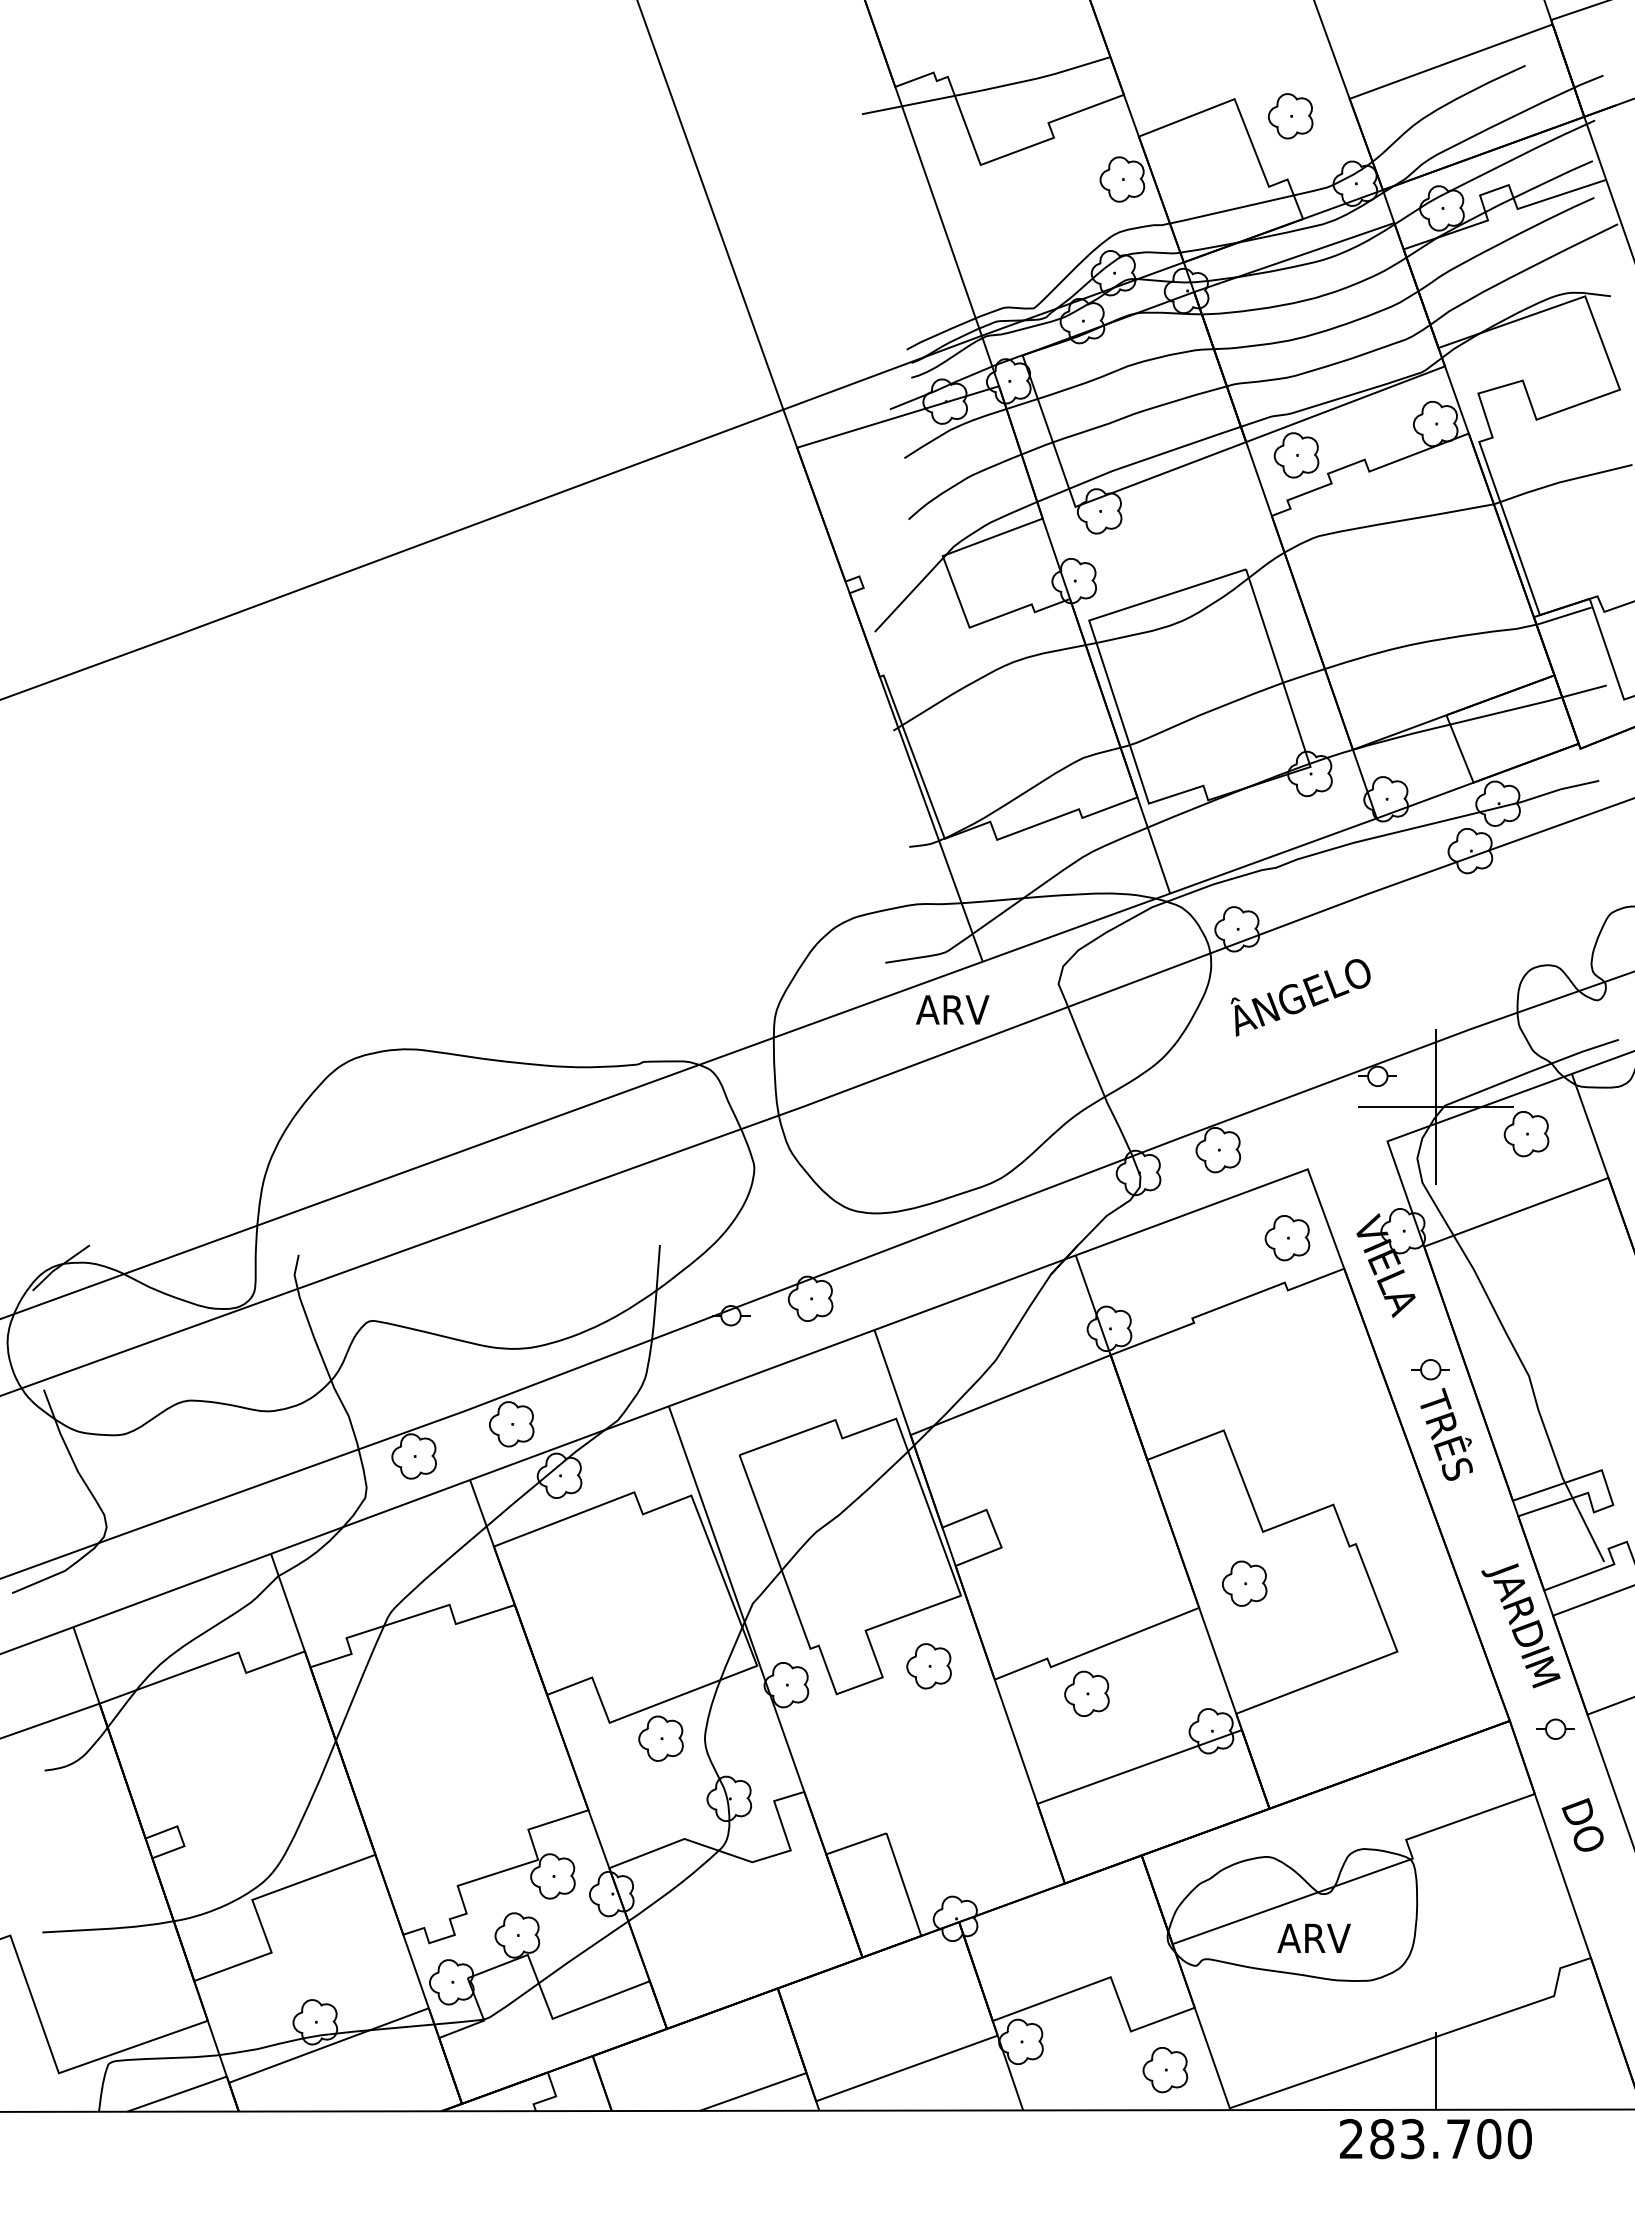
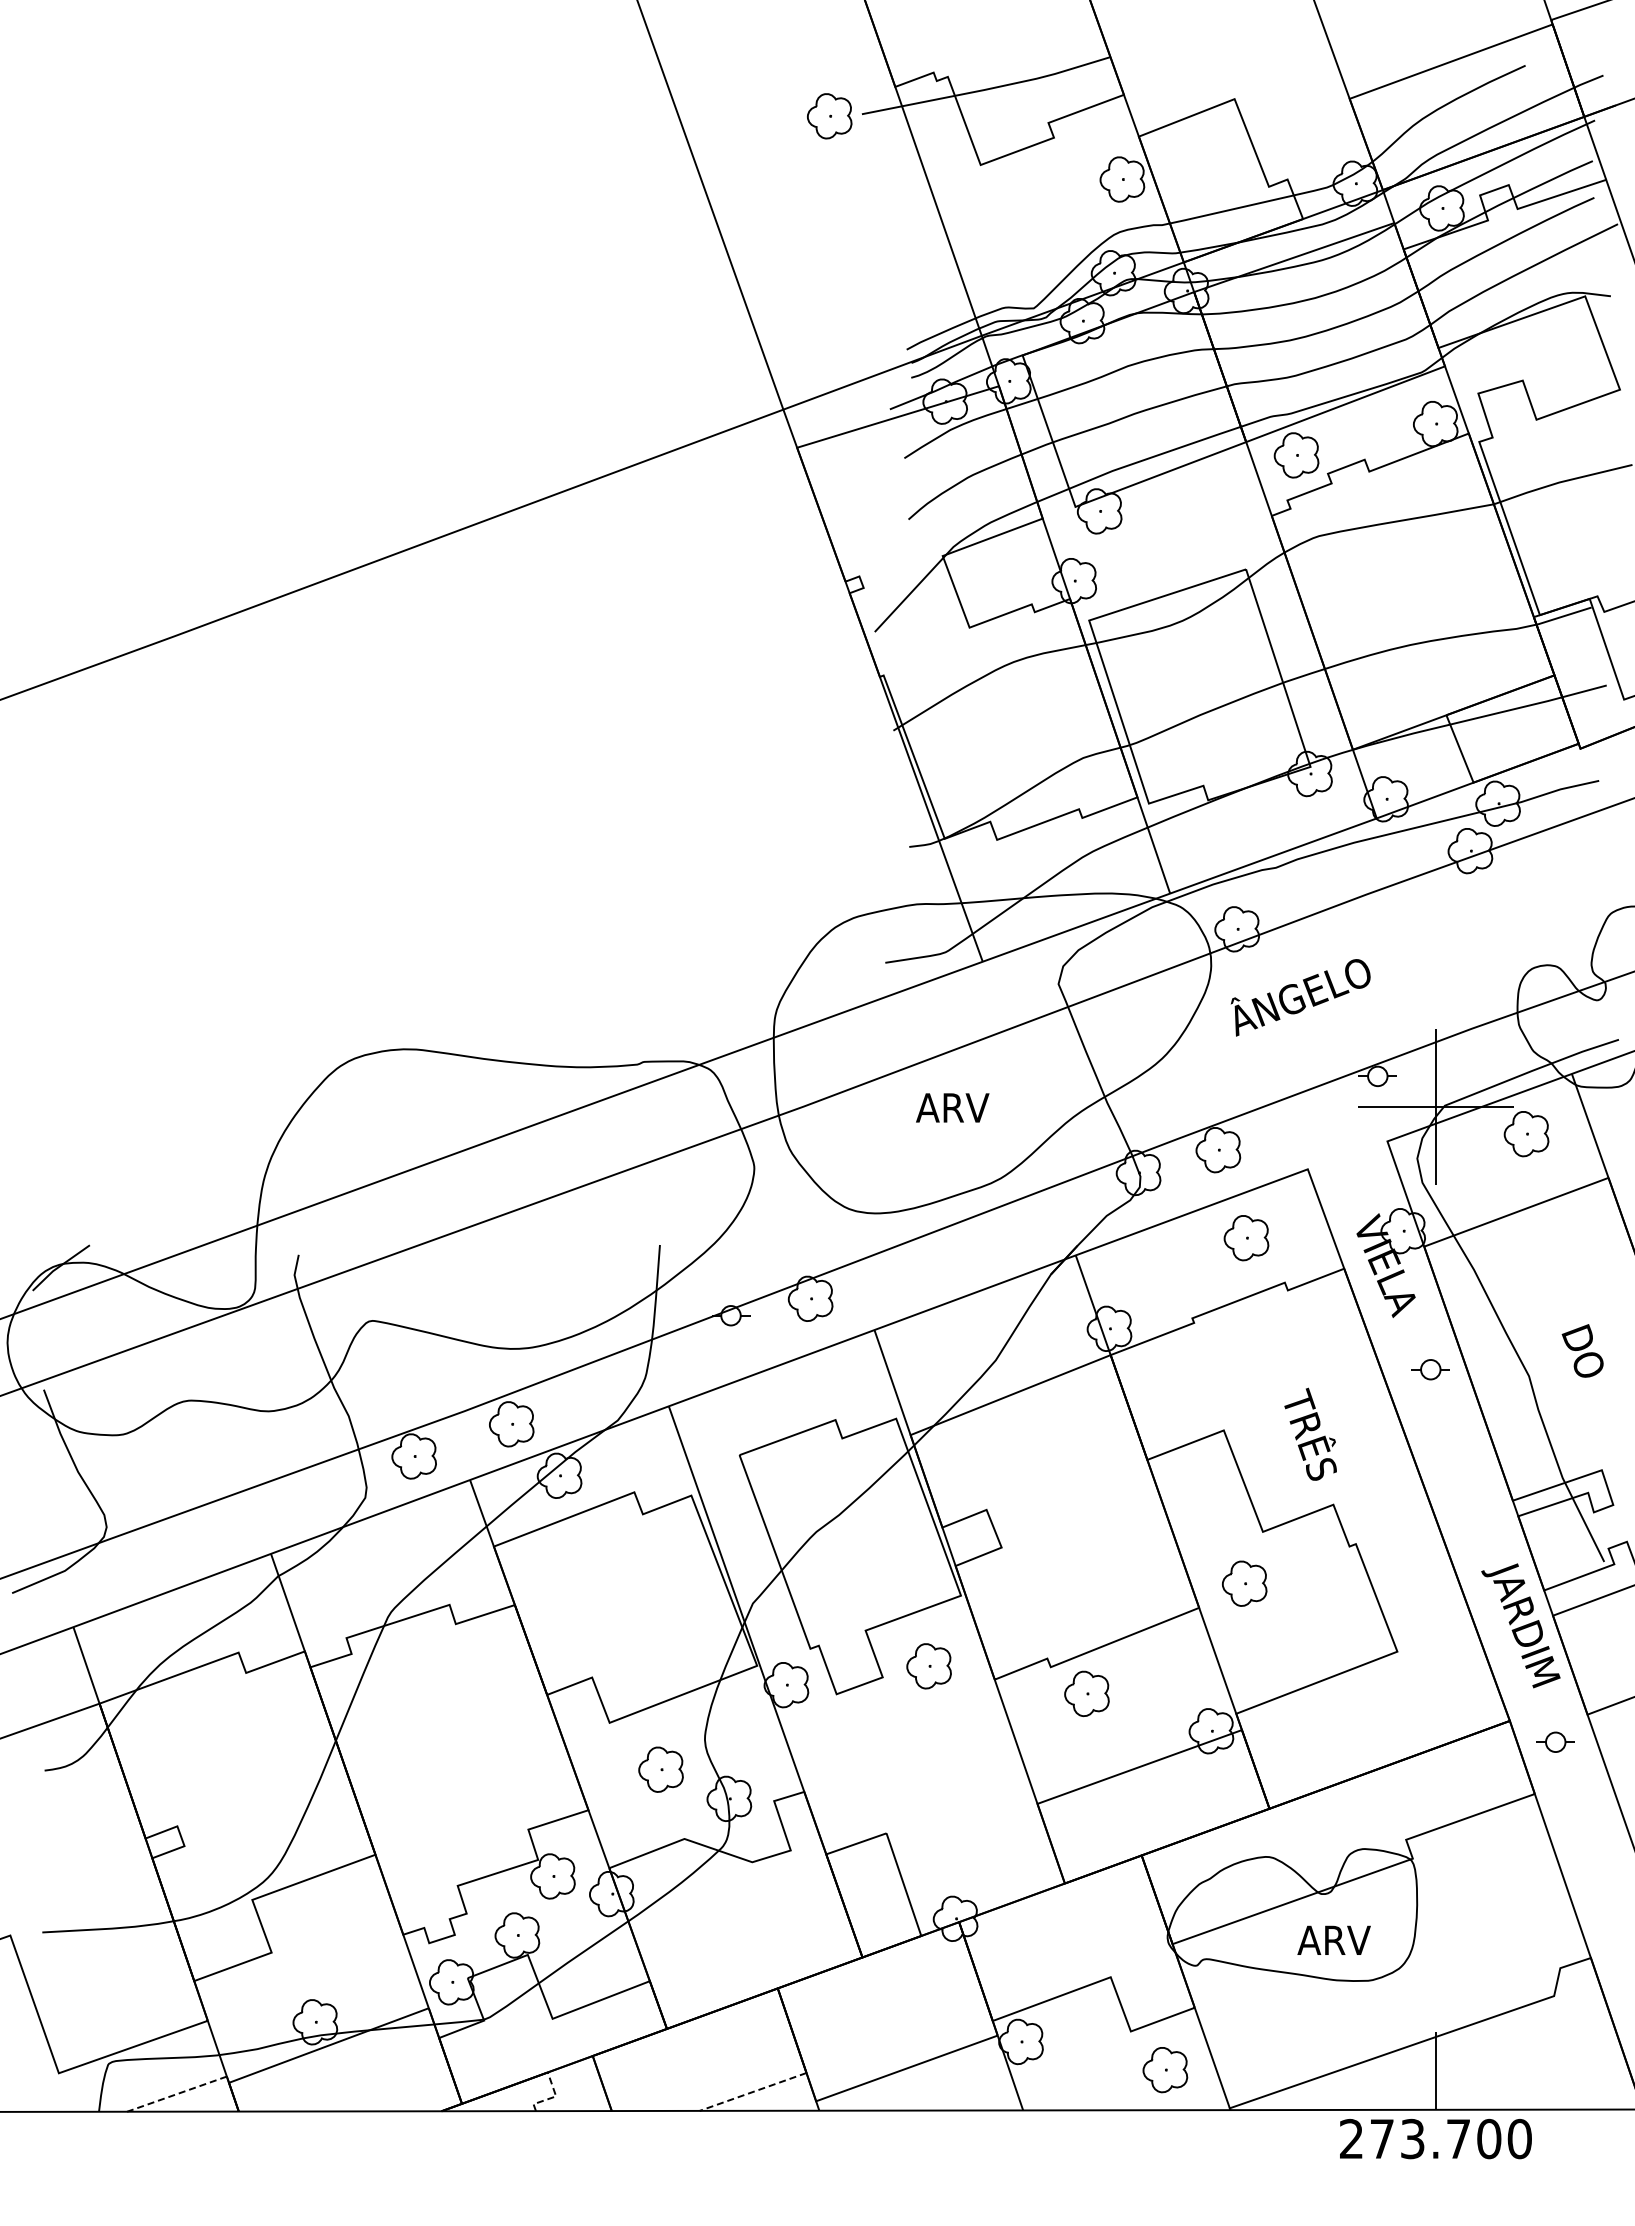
part at (1290, 116) position: (1290, 116) -> (829, 116)
text at (952, 1009) position: (952, 1009) -> (952, 1107)
part at (1287, 1238) position: (1287, 1238) -> (1246, 1238)
text at (1446, 1433) position: (1446, 1433) -> (1310, 1433)
part at (1555, 1728) position: (1555, 1728) -> (1555, 1741)
part at (660, 1738) position: (660, 1738) -> (660, 1769)
text at (1582, 1824) position: (1582, 1824) -> (1582, 1350)
text at (1313, 1937) position: (1313, 1937) -> (1333, 1939)
line at (753, 2091): solid -> dashed
line at (177, 2094): solid -> dashed
line at (553, 2097): solid -> dashed
text at (1382, 2138): 283.700 -> 273.700
